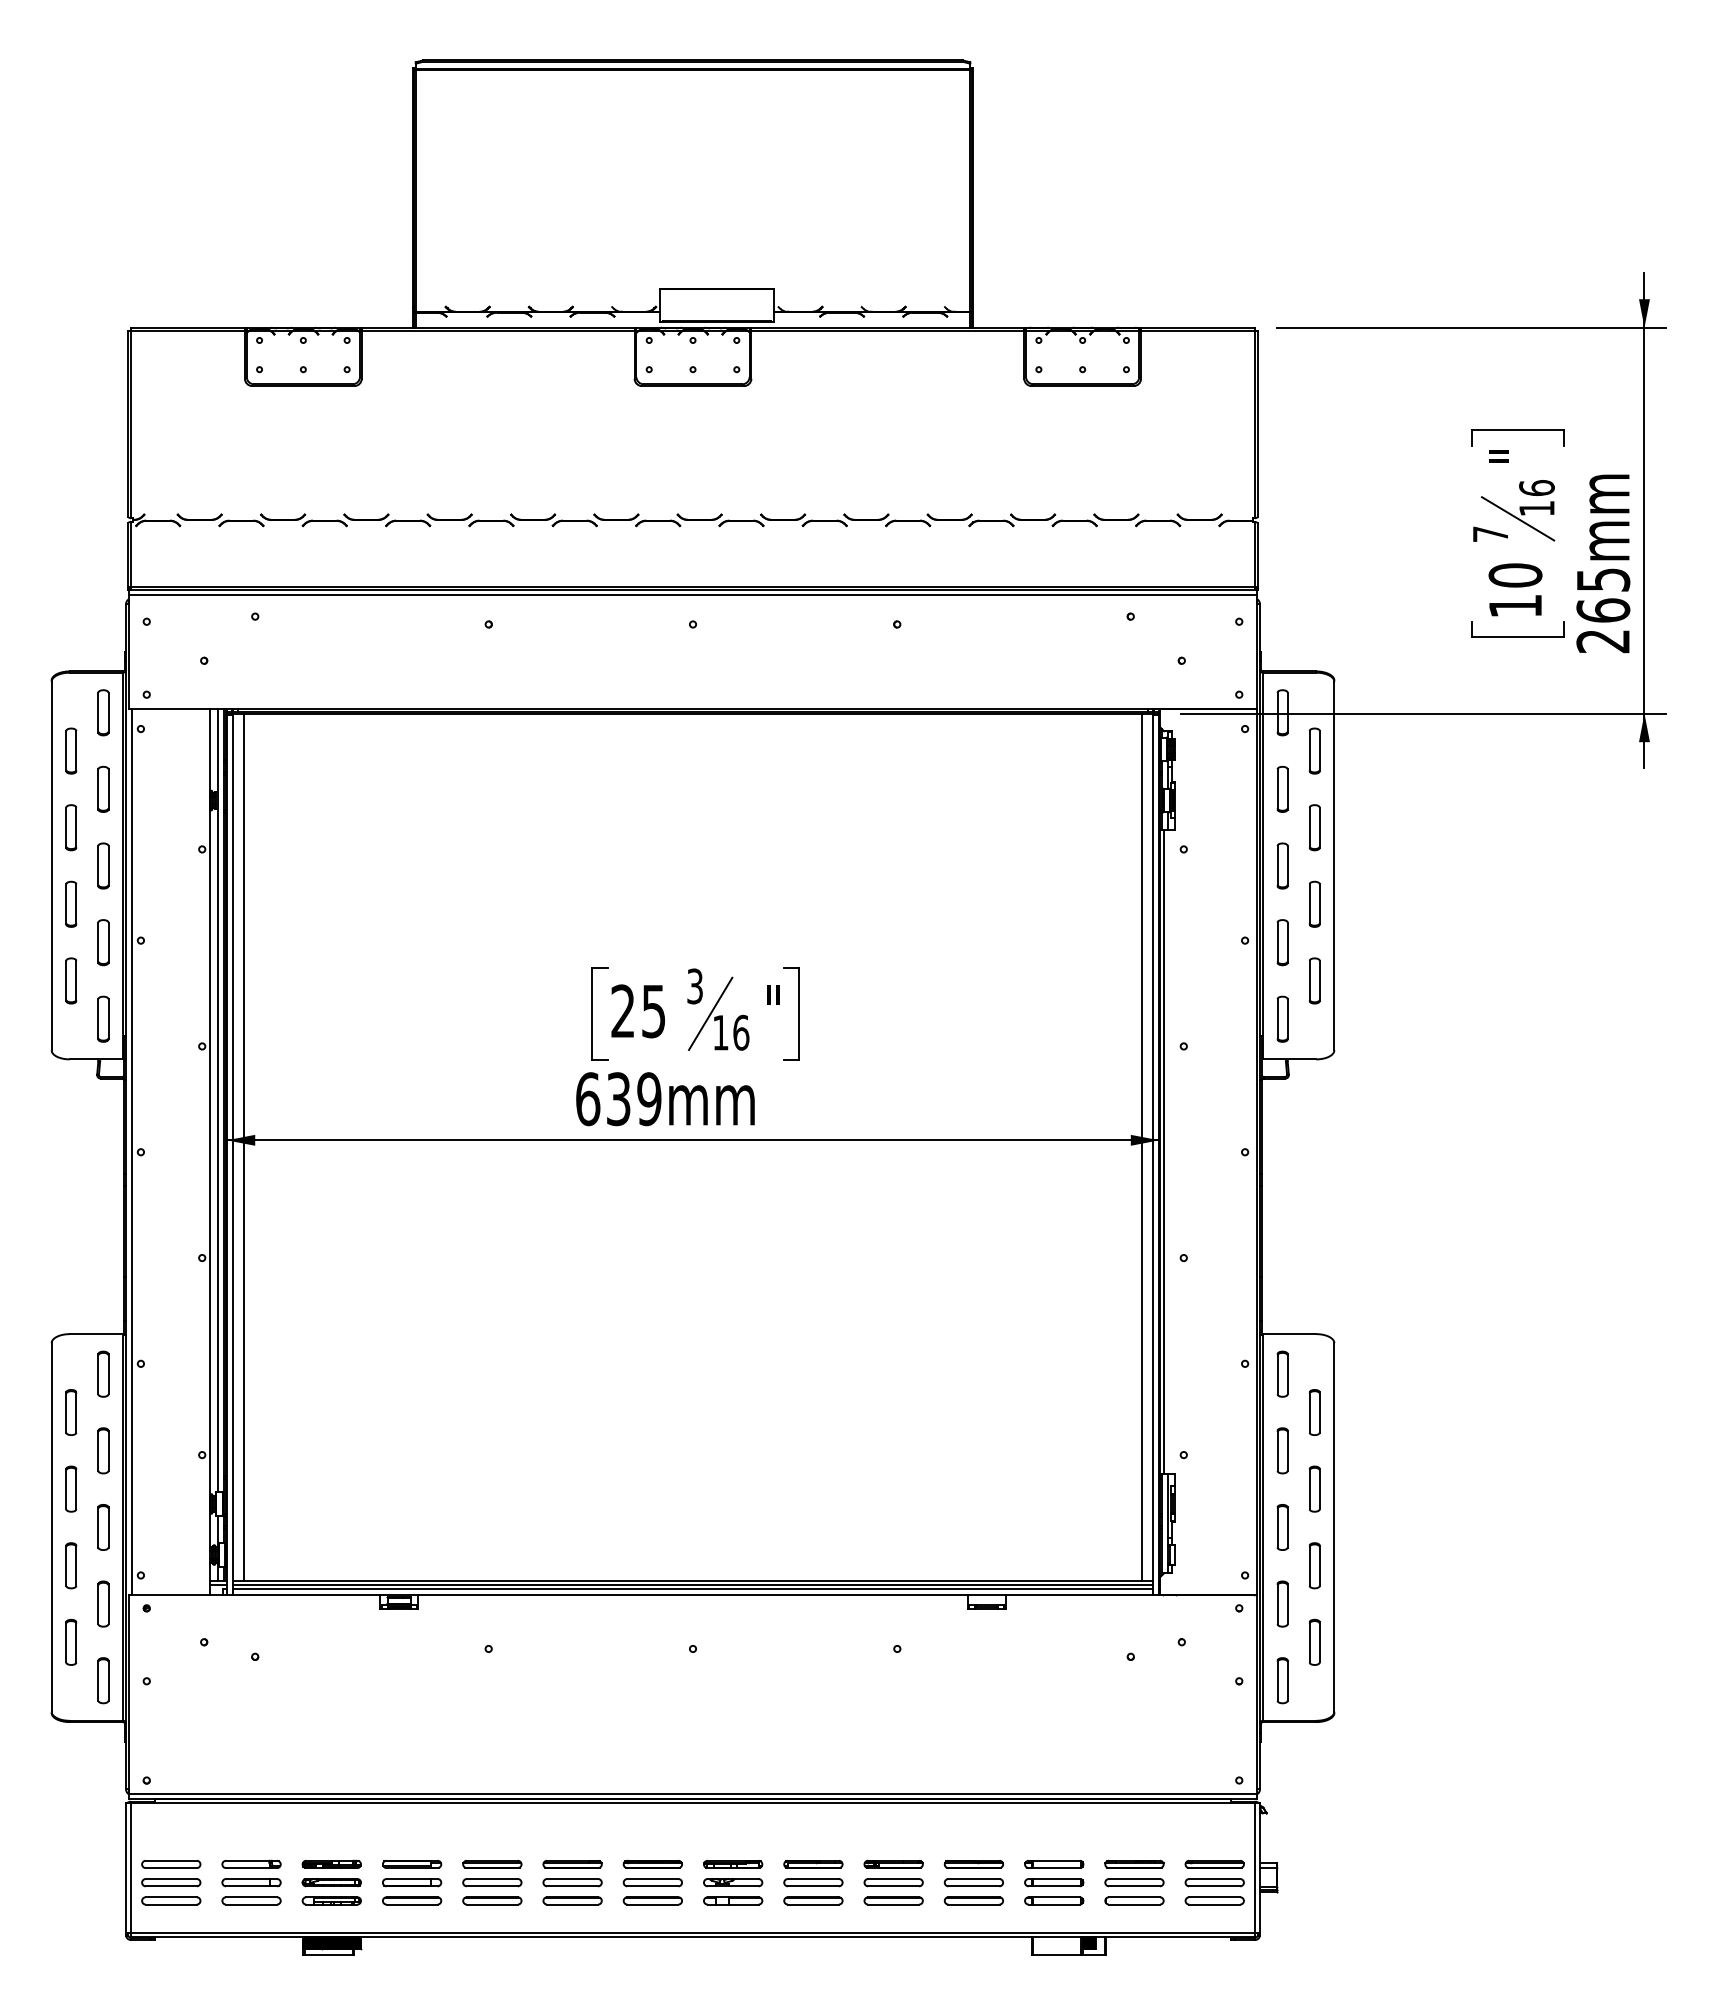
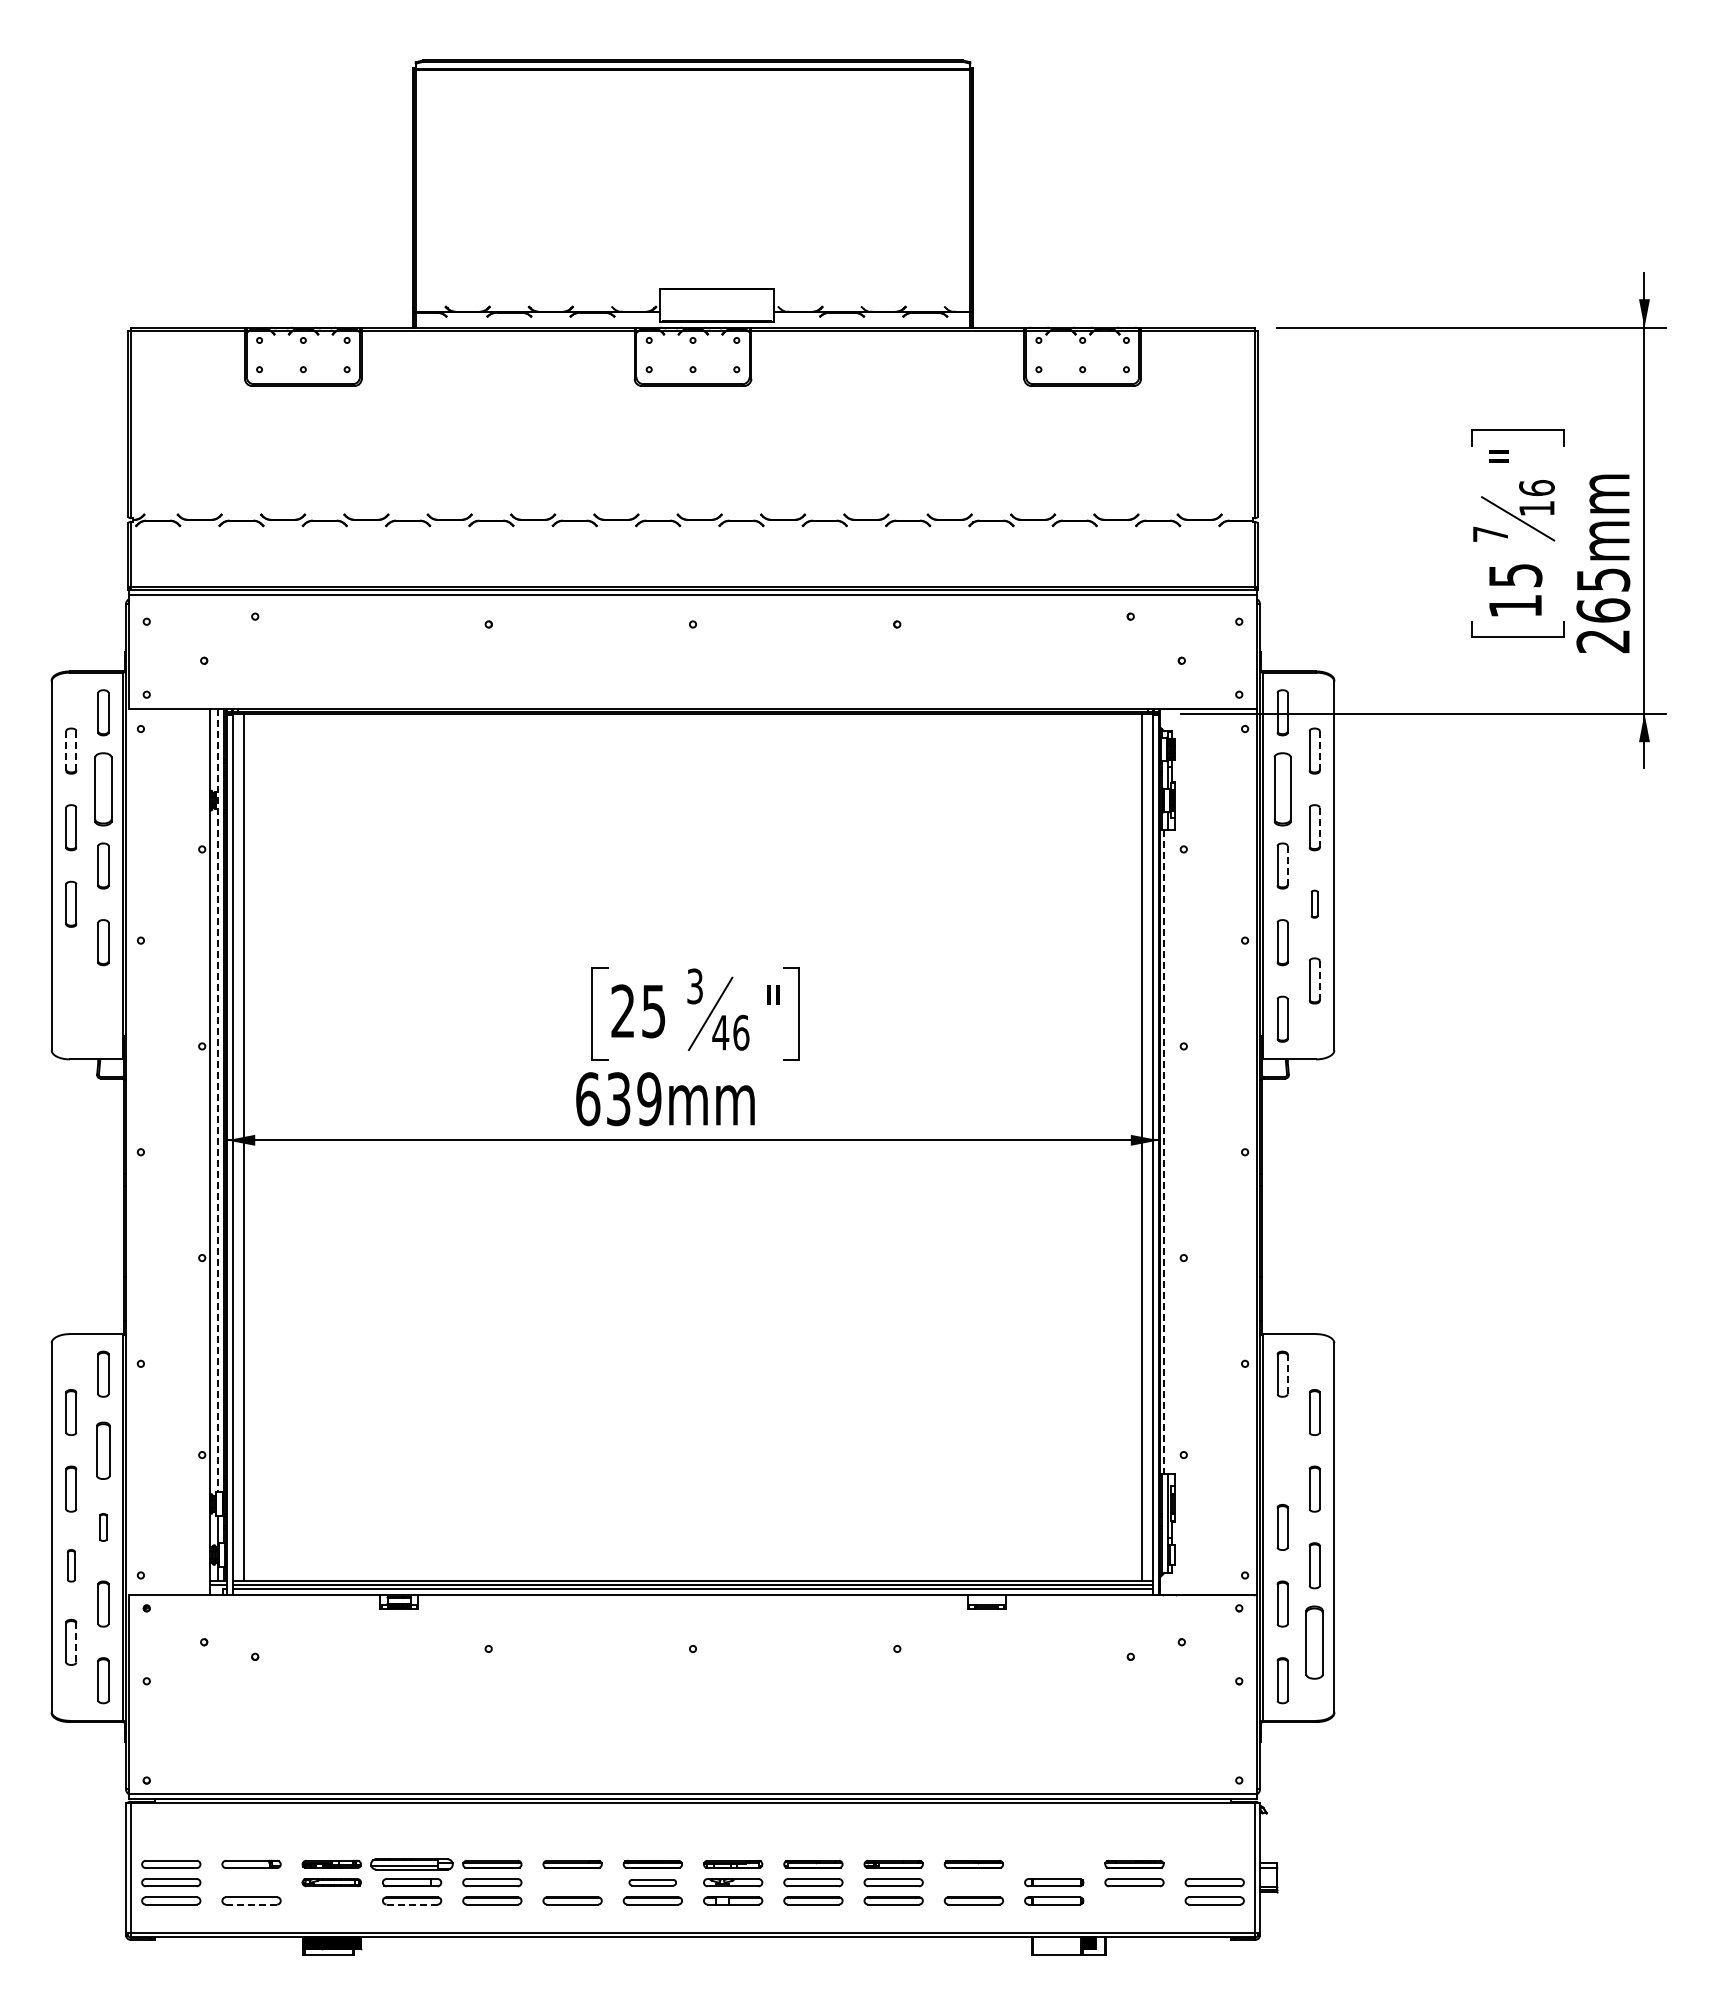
text at (1515, 575): 10 -> 15
line at (76, 750): solid -> dashed
line at (1319, 750): solid -> dashed
line at (66, 751): solid -> dashed
part at (103, 789) size: 13x47 px -> 19x75 px
part at (1282, 789) size: 13x47 px -> 19x75 px
line at (1319, 827): solid -> dashed
line at (1287, 865): solid -> dashed
part at (1314, 903) size: 13x48 px -> 9x30 px
part at (71, 980): present -> none
line at (1319, 980): solid -> dashed
part at (103, 1018): present -> none
text at (720, 1032): 16 -> 46
line at (217, 1101): solid -> dashed
line at (131, 1152): present -> none
line at (1164, 1152): solid -> dashed
line at (1287, 1373): solid -> dashed
part at (103, 1450) size: 13x48 px -> 15x59 px
part at (1282, 1450): present -> none
part at (103, 1527) size: 13x47 px -> 9x29 px
part at (71, 1565) size: 13x48 px -> 9x34 px
line at (76, 1641): solid -> dashed
part at (1314, 1641) size: 12x48 px -> 19x75 px
part at (412, 1864) size: 61x9 px -> 84x13 px
part at (1054, 1864): present -> none
part at (1214, 1864): present -> none
part at (251, 1882): present -> none
part at (572, 1882): present -> none
part at (652, 1882) size: 61x10 px -> 49x8 px
part at (973, 1882): present -> none
part at (331, 1900): present -> none
part at (1134, 1900): present -> none
line at (251, 1904): solid -> dashed
line at (412, 1904): solid -> dashed
